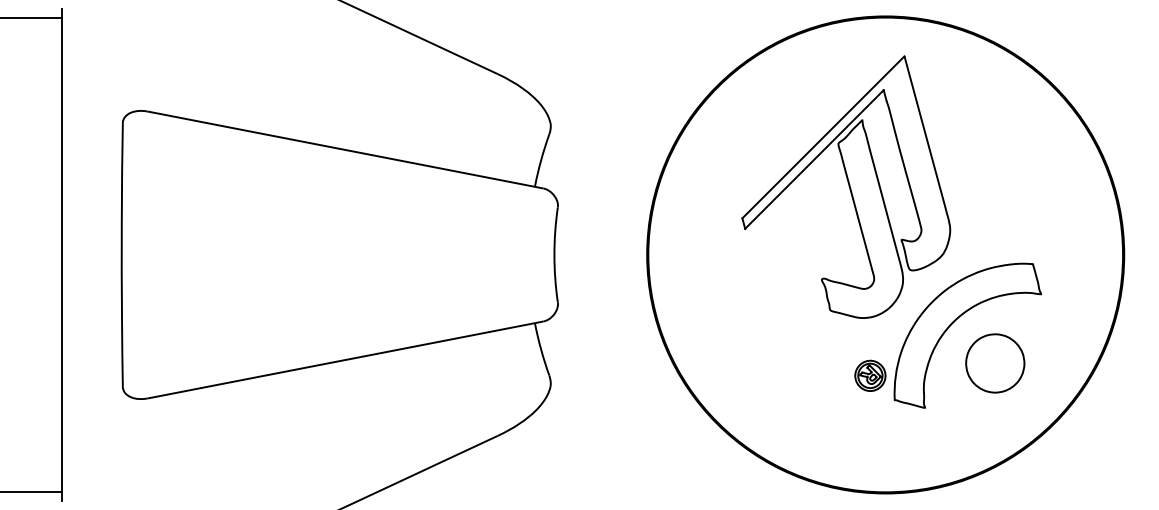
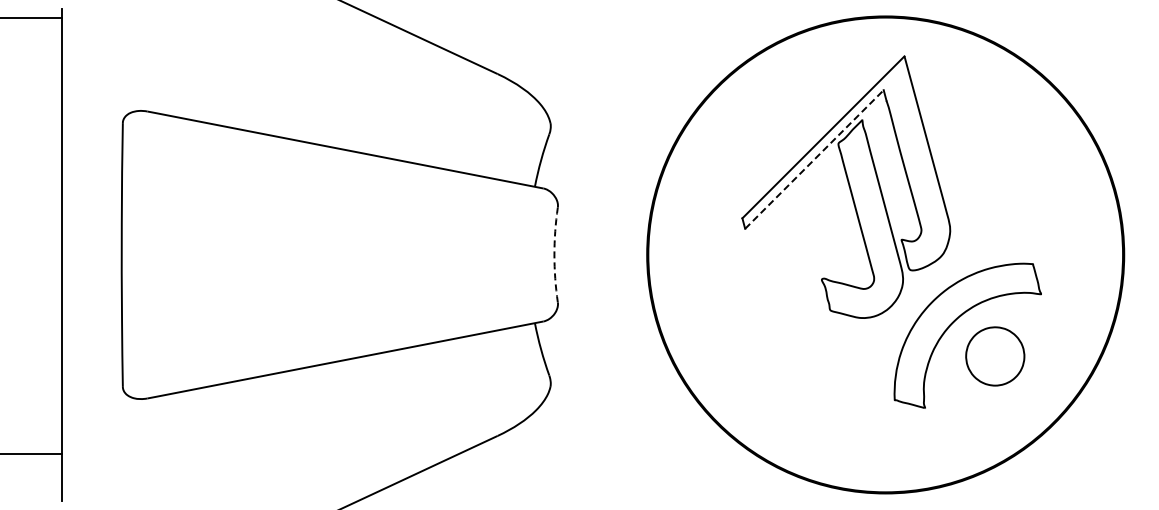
line at (814, 159): solid -> dashed
arc at (554, 254): solid -> dashed
part at (995, 363) position: (995, 363) -> (995, 356)
part at (870, 375): present -> none
line at (32, 492) position: (32, 492) -> (32, 454)
